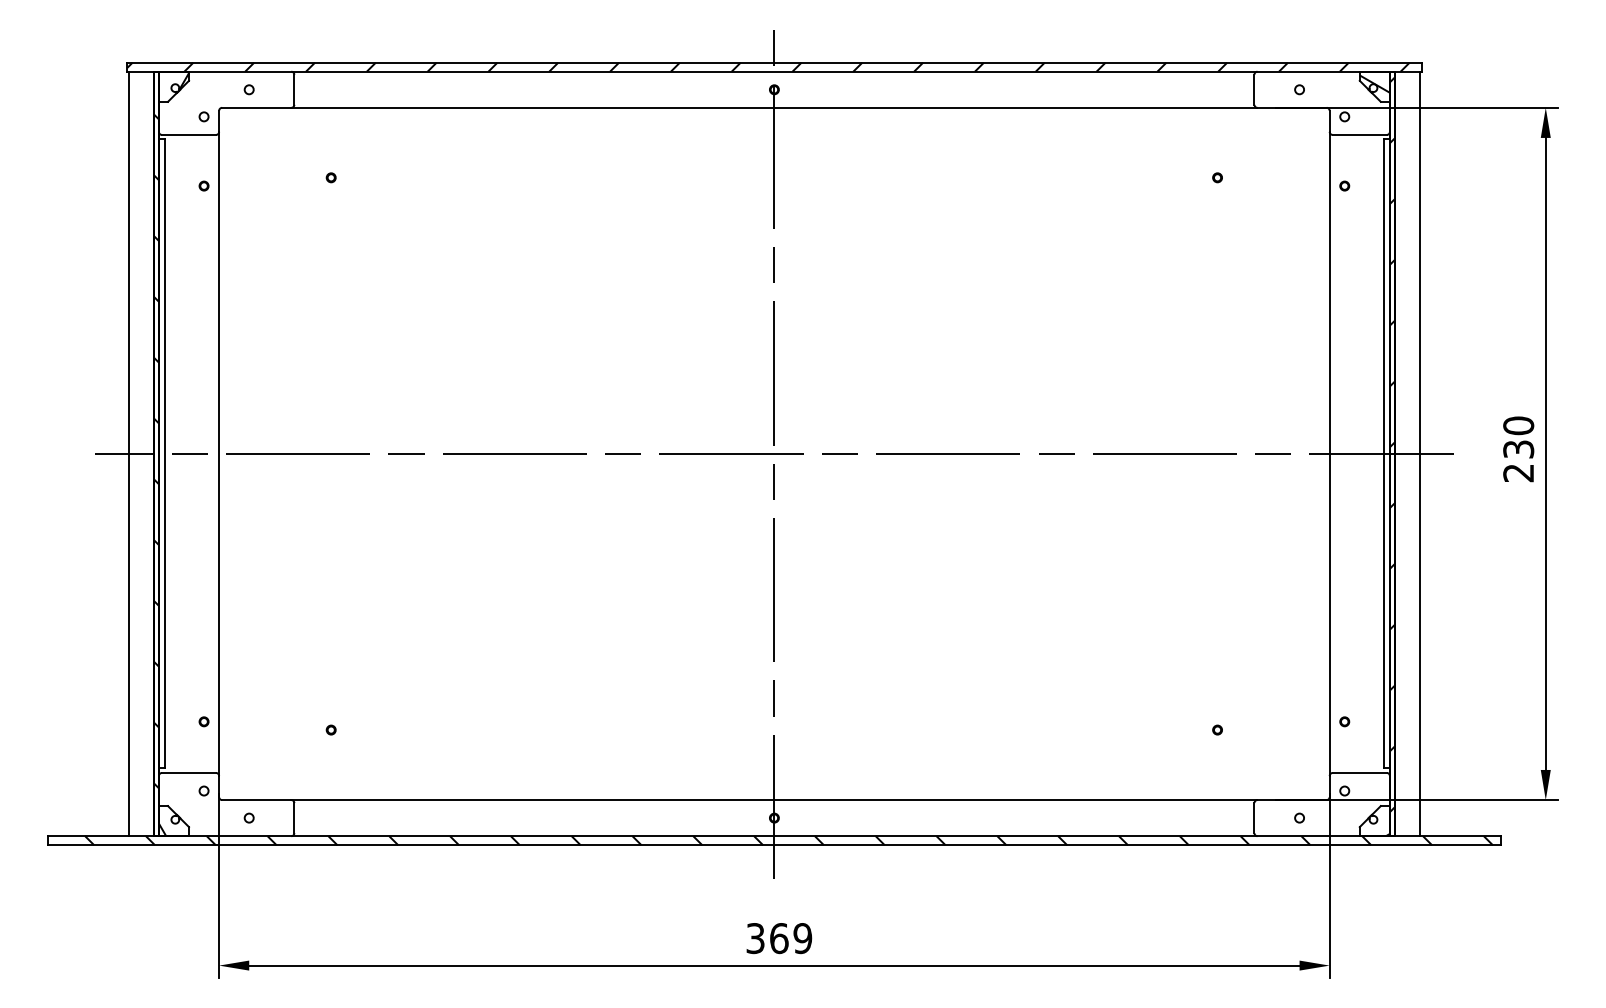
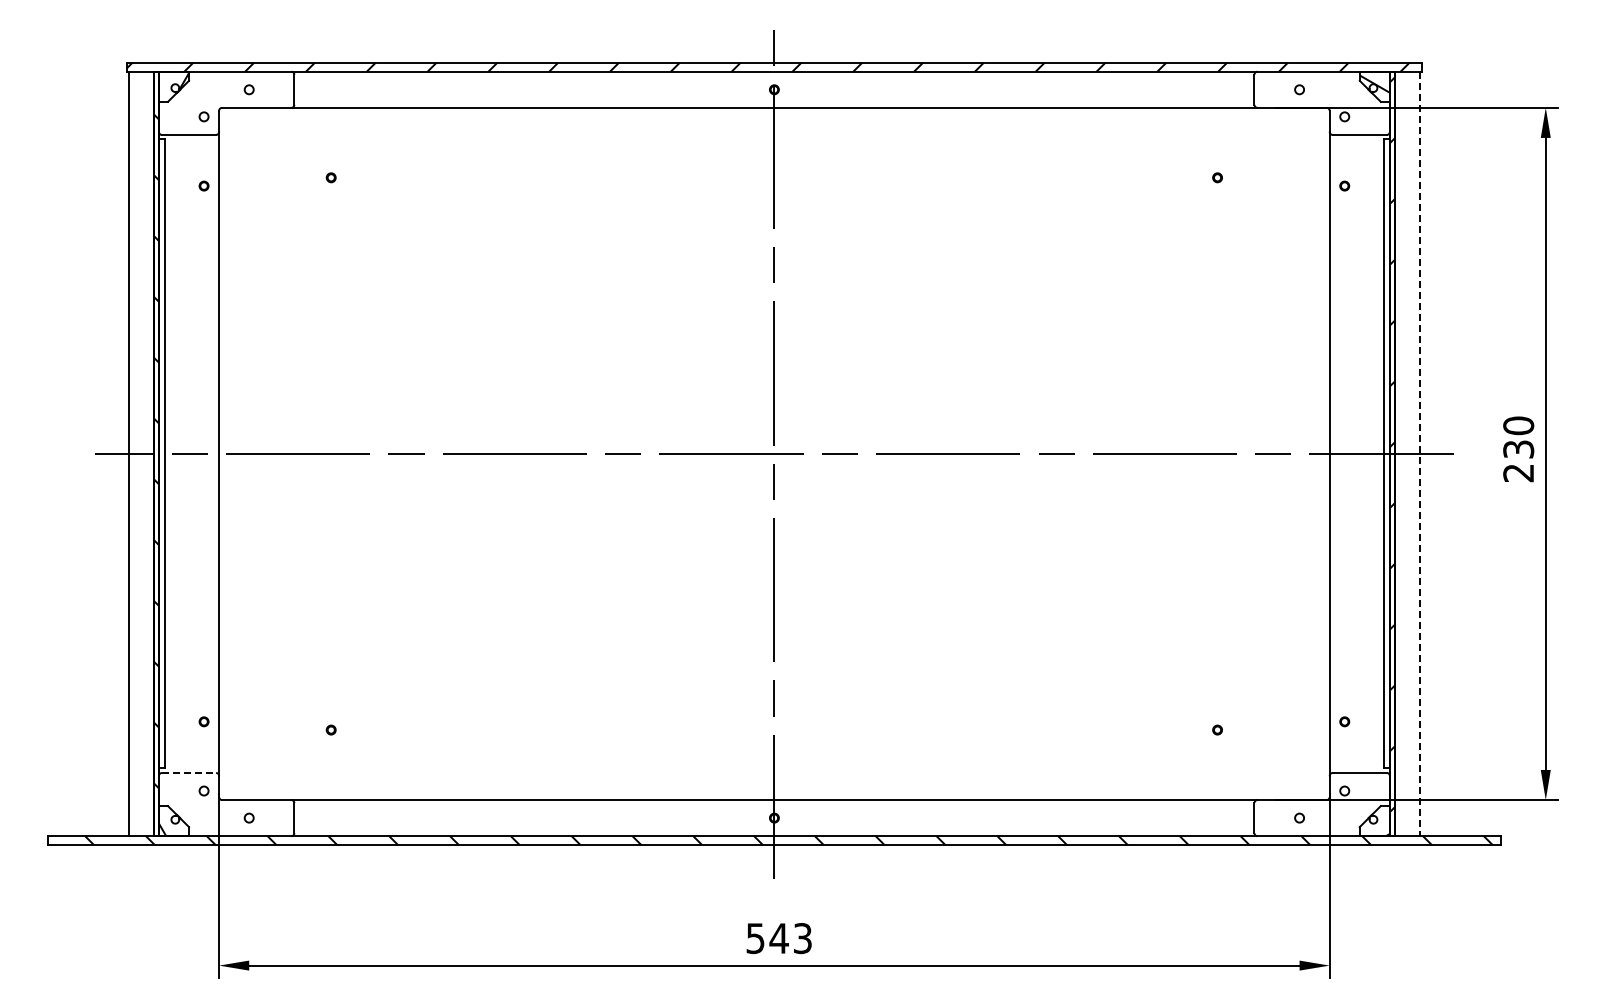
line at (1419, 454): solid -> dashed
line at (189, 772): solid -> dashed
text at (779, 938): 369 -> 543
